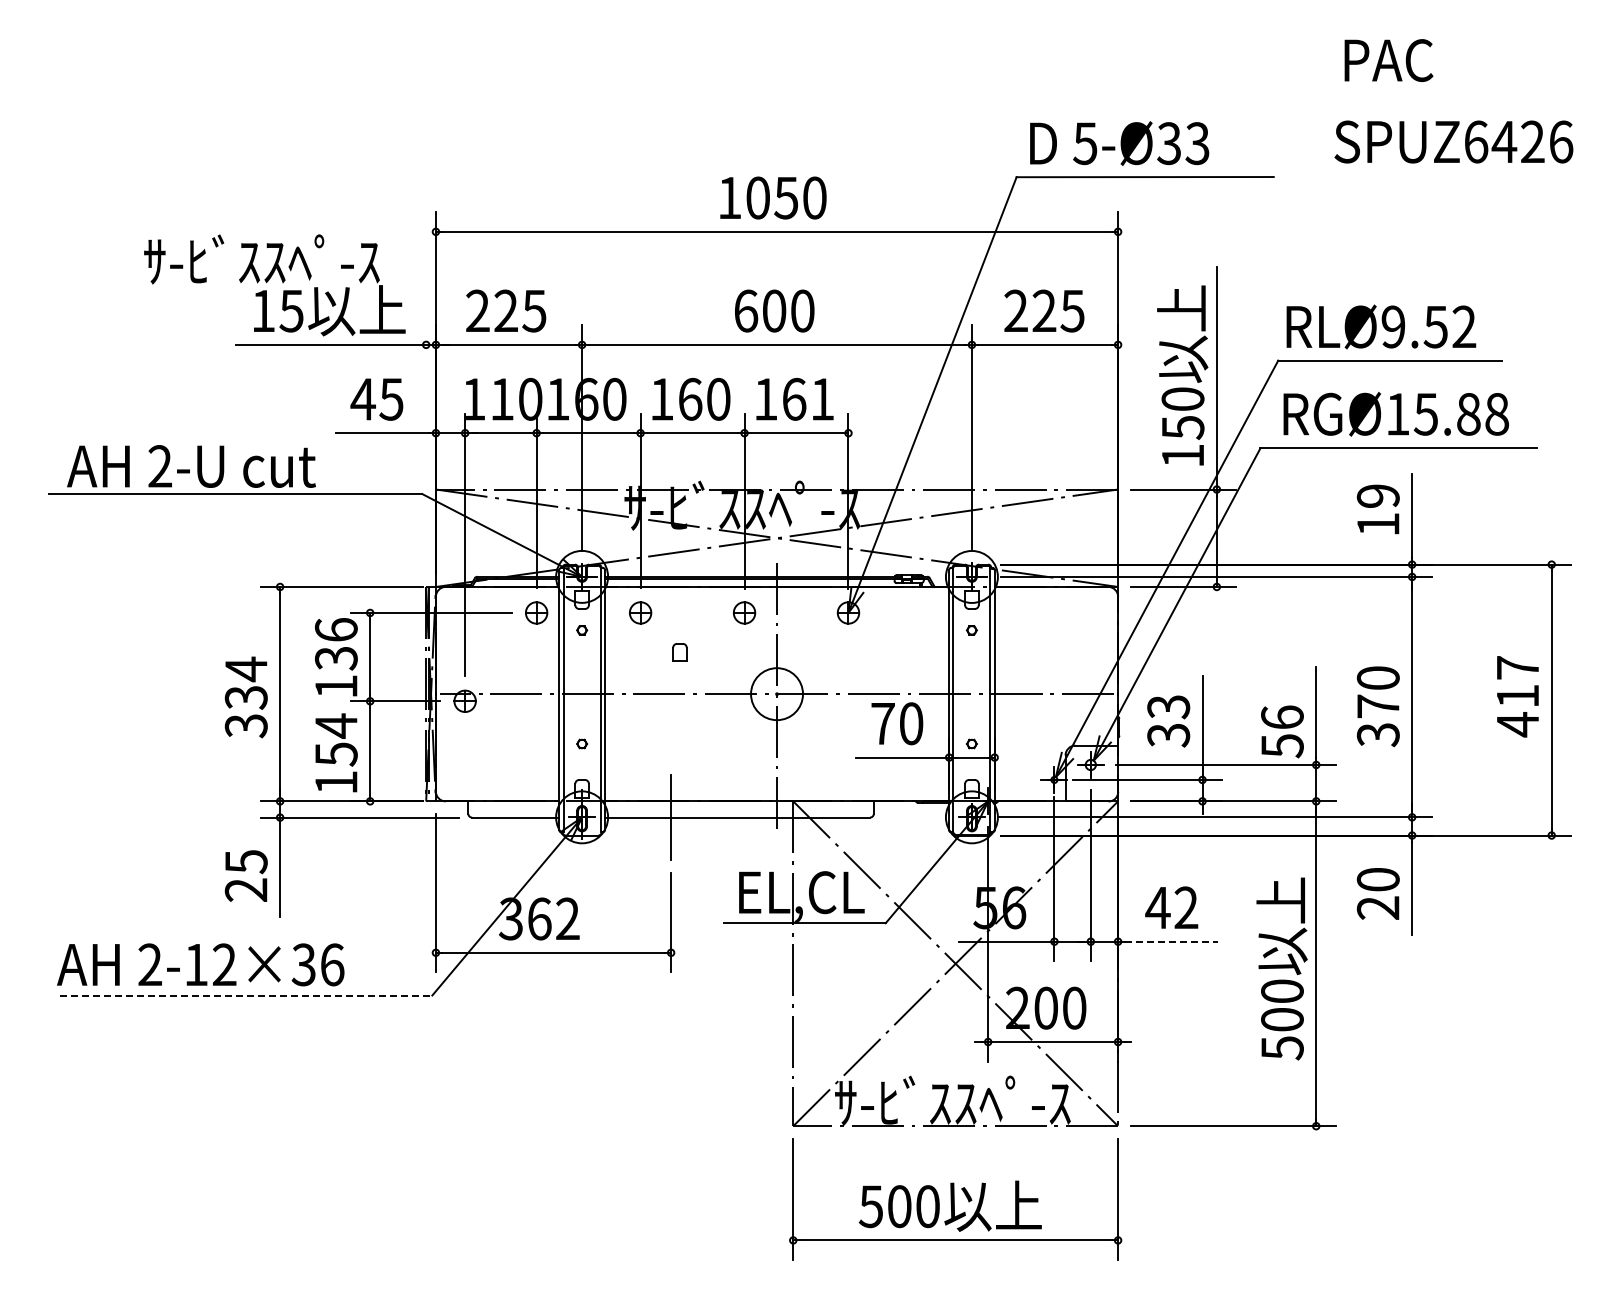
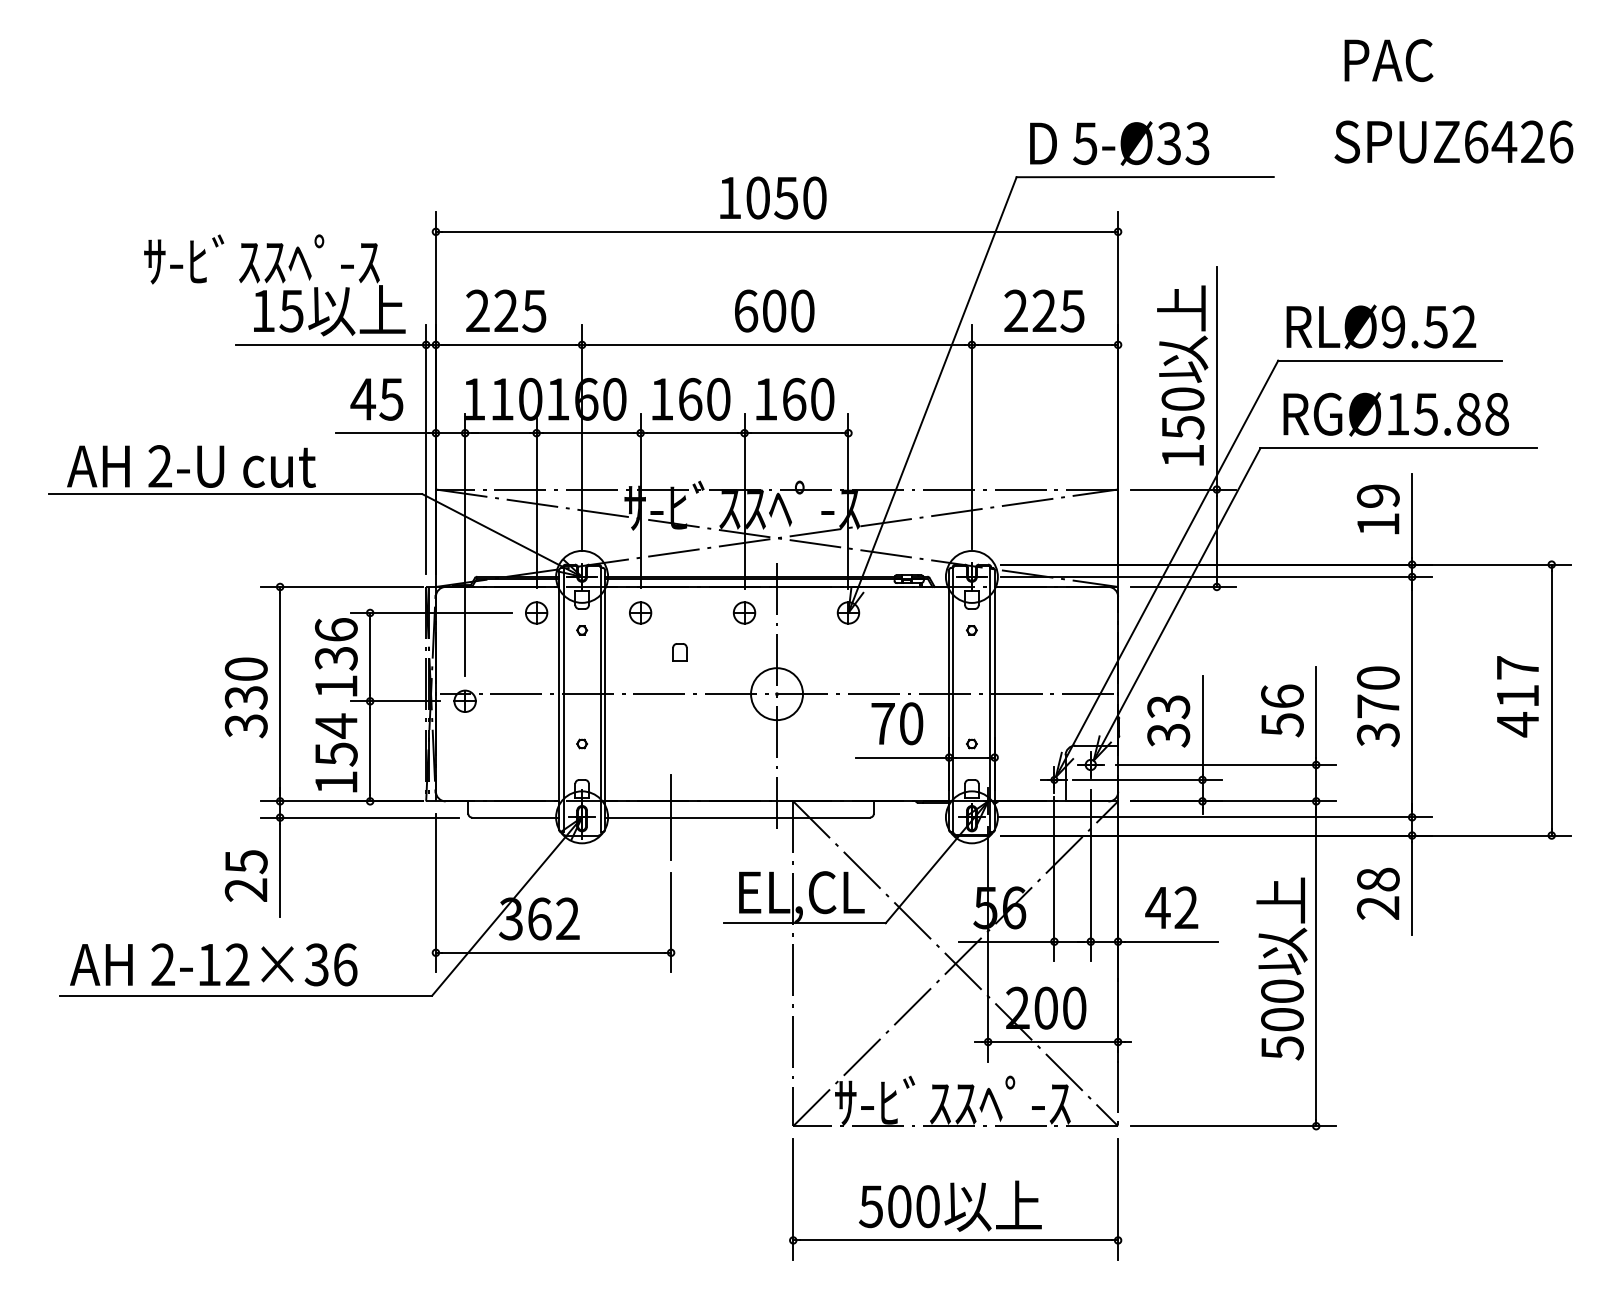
text at (822, 398): 161 -> 160
line at (426, 449): none -> present
text at (245, 669): 334 -> 330
text at (1282, 731) position: (1282, 731) -> (1282, 710)
text at (1377, 879): 20 -> 28
line at (1171, 941): dashed -> solid
text at (200, 964) position: (200, 964) -> (213, 964)
line at (246, 995): dashed -> solid
